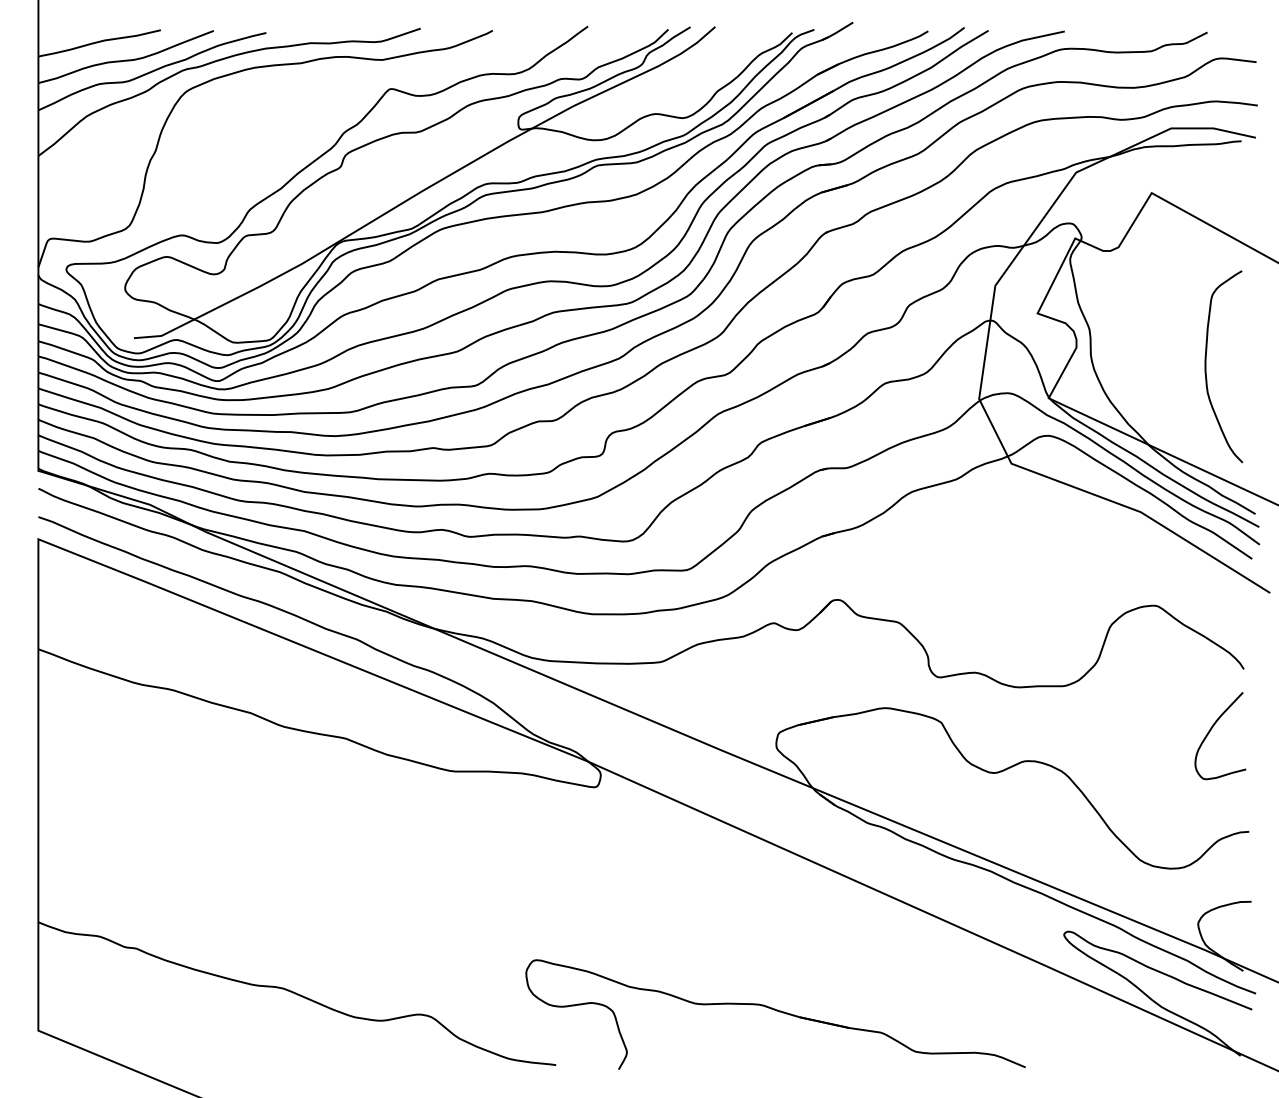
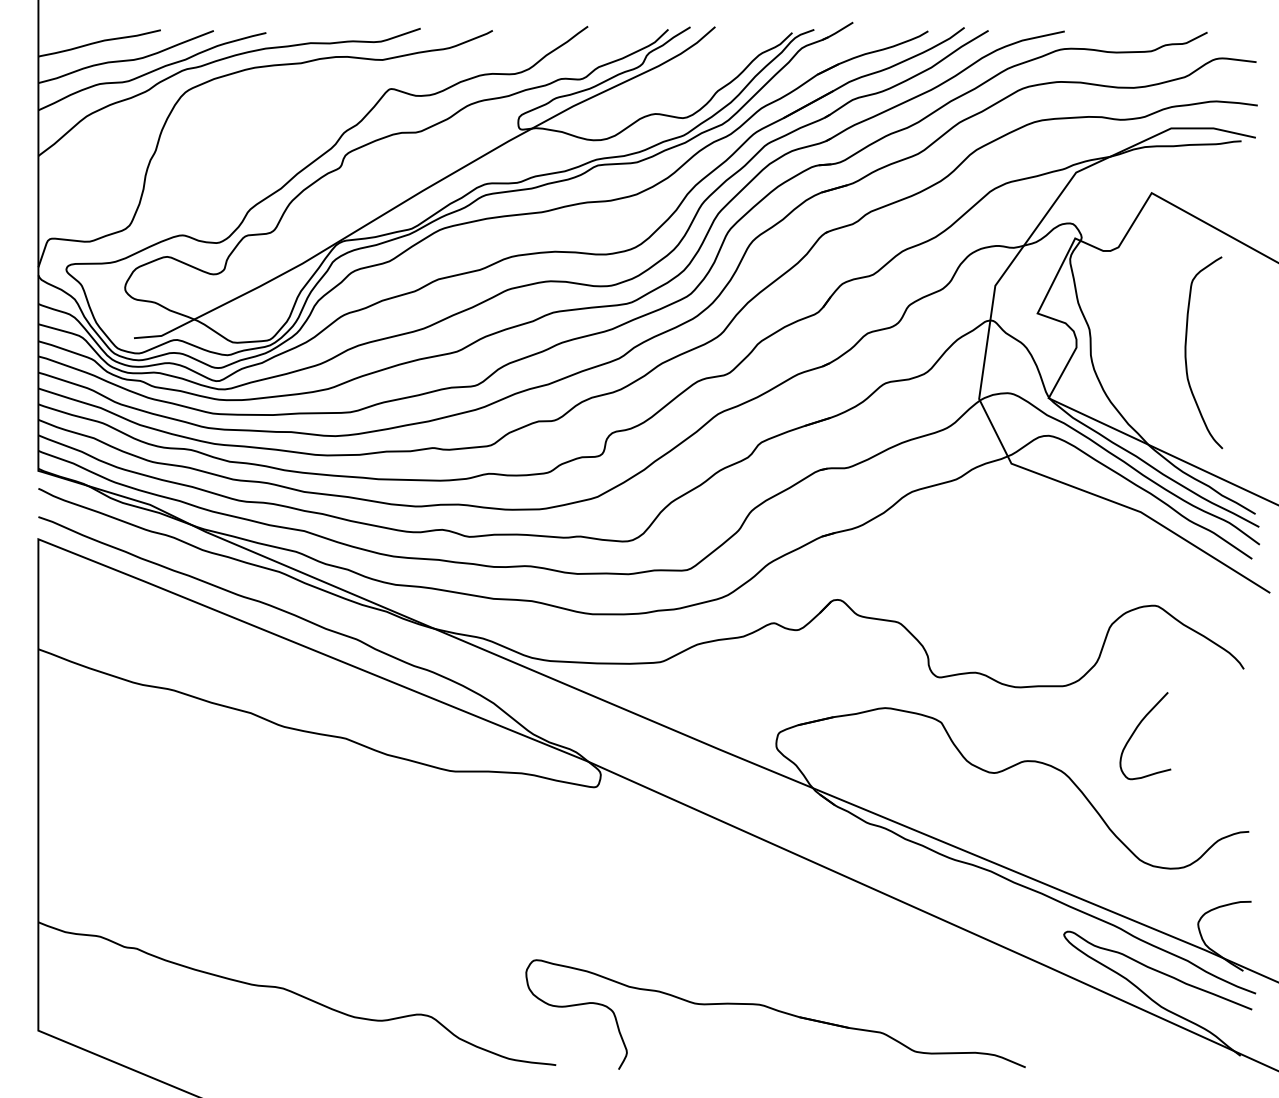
curve at (1206, 366) position: (1206, 366) -> (1186, 352)
curve at (1211, 730) position: (1211, 730) -> (1136, 730)
